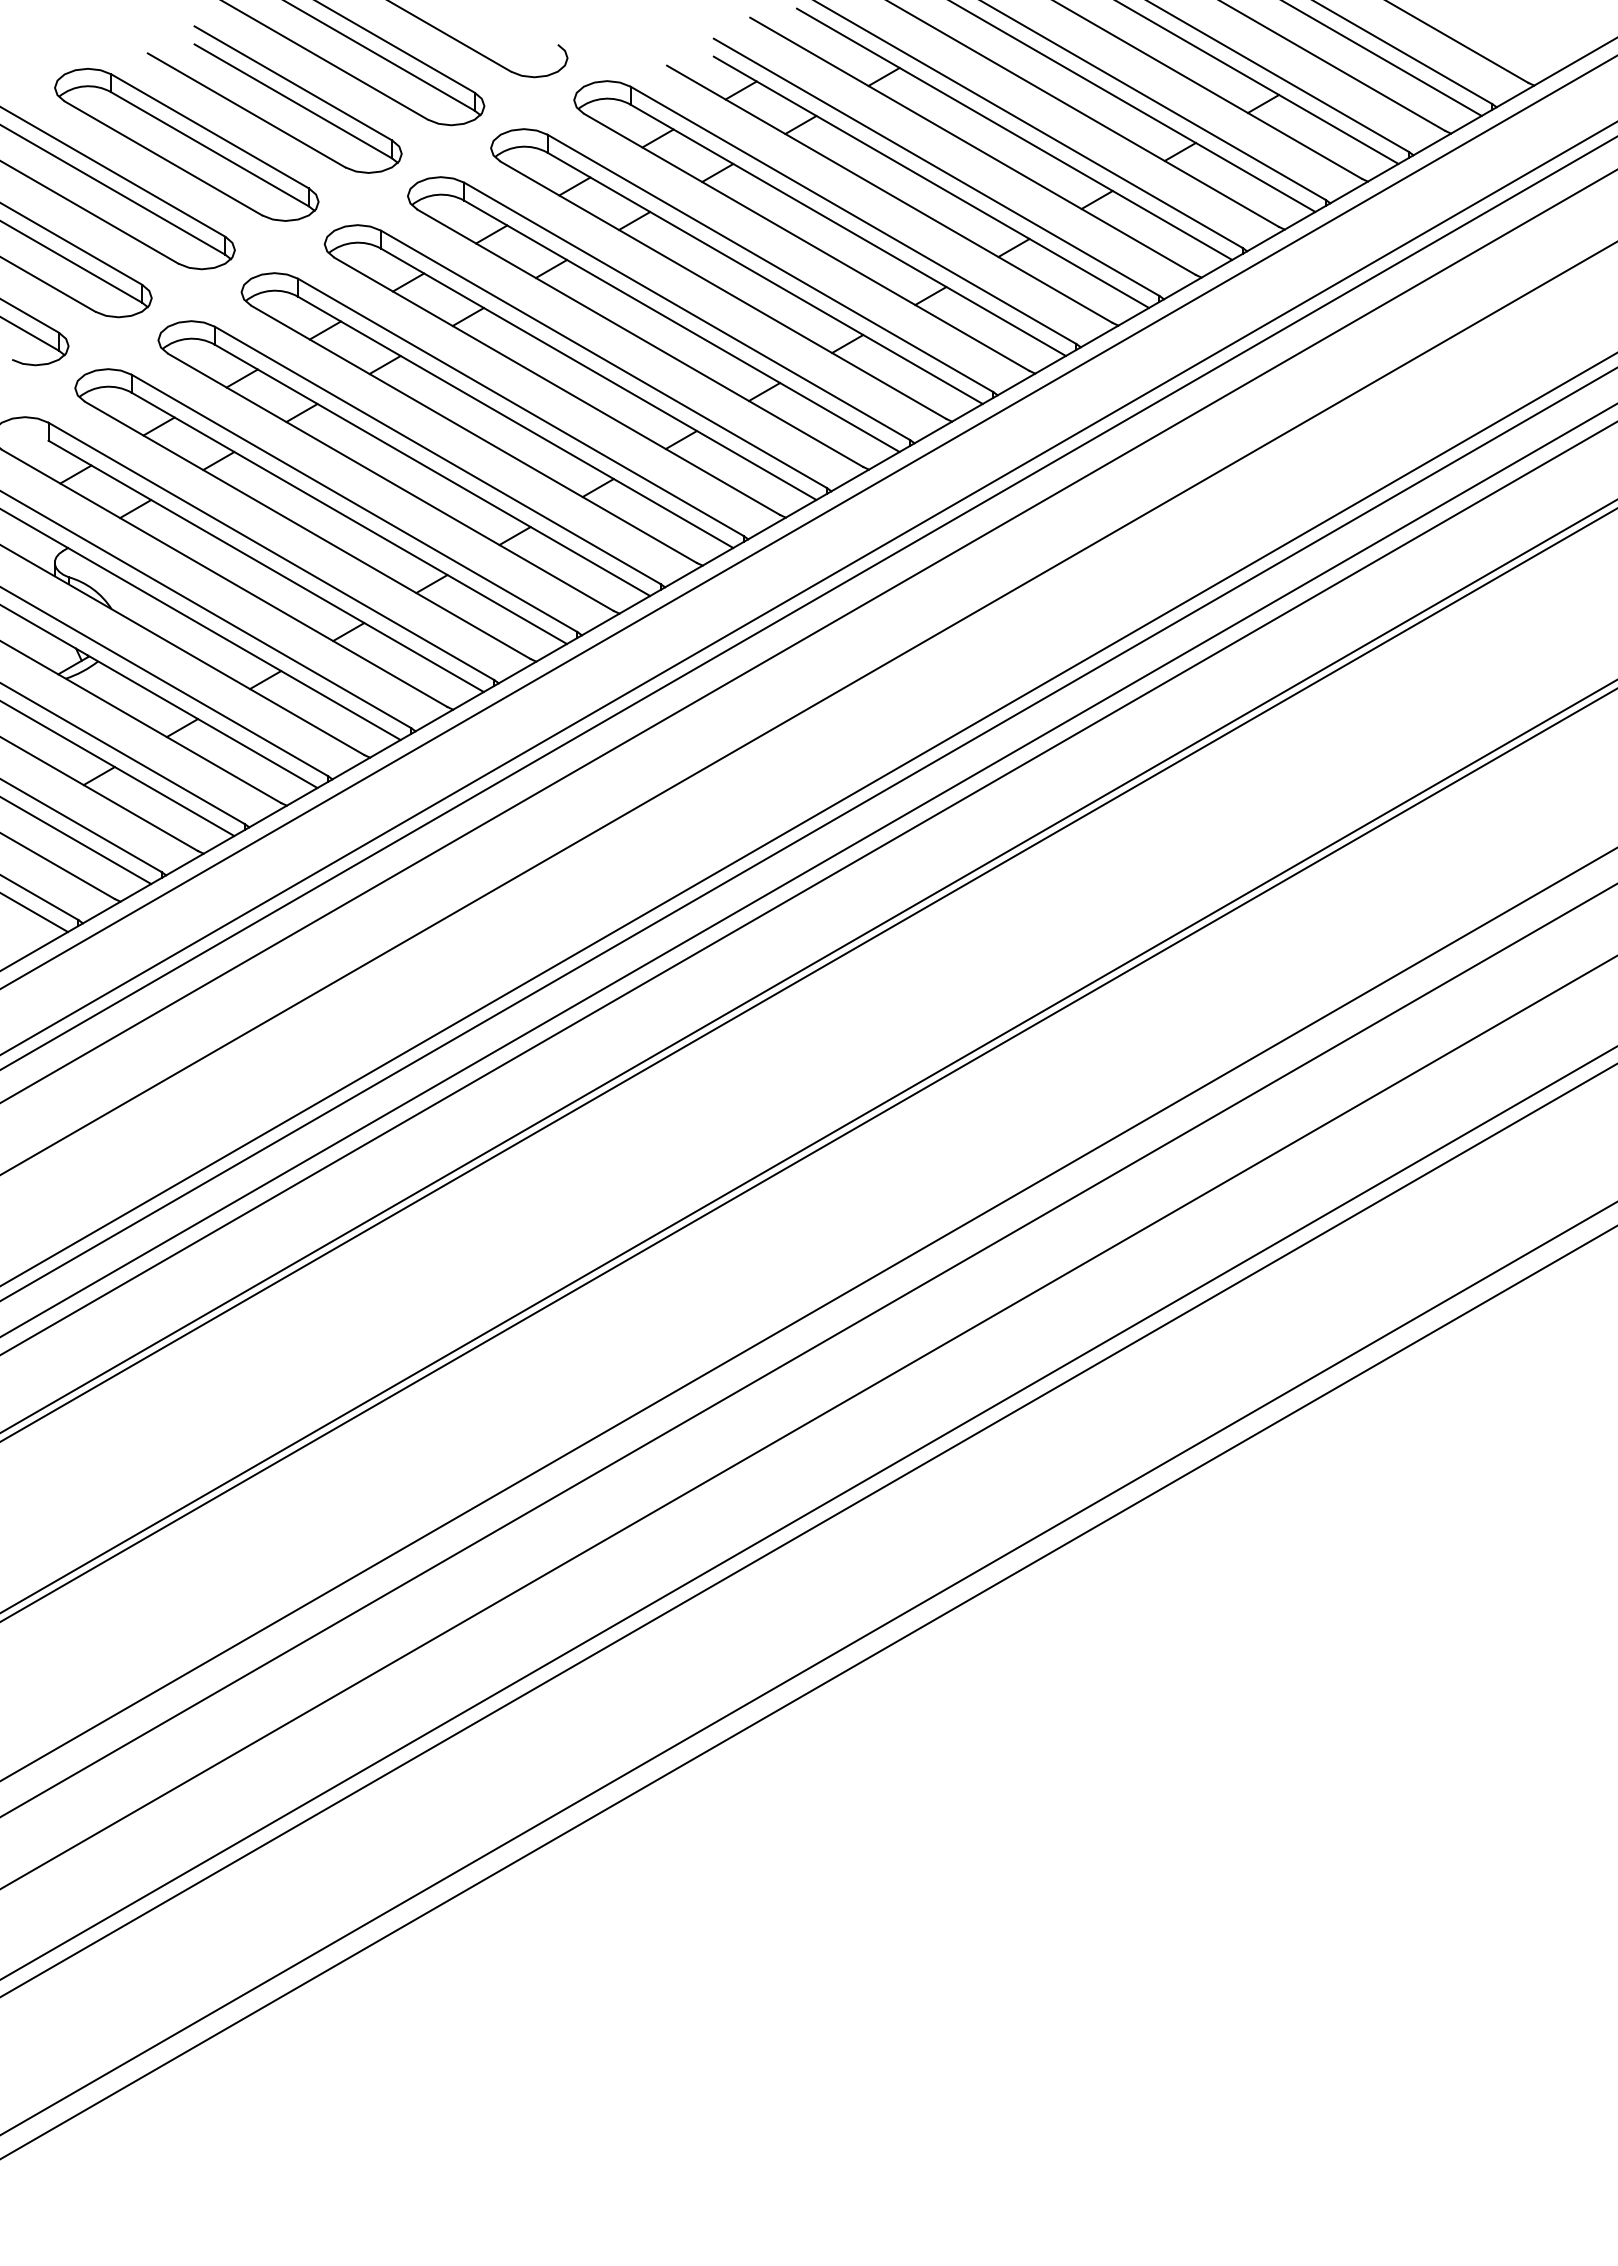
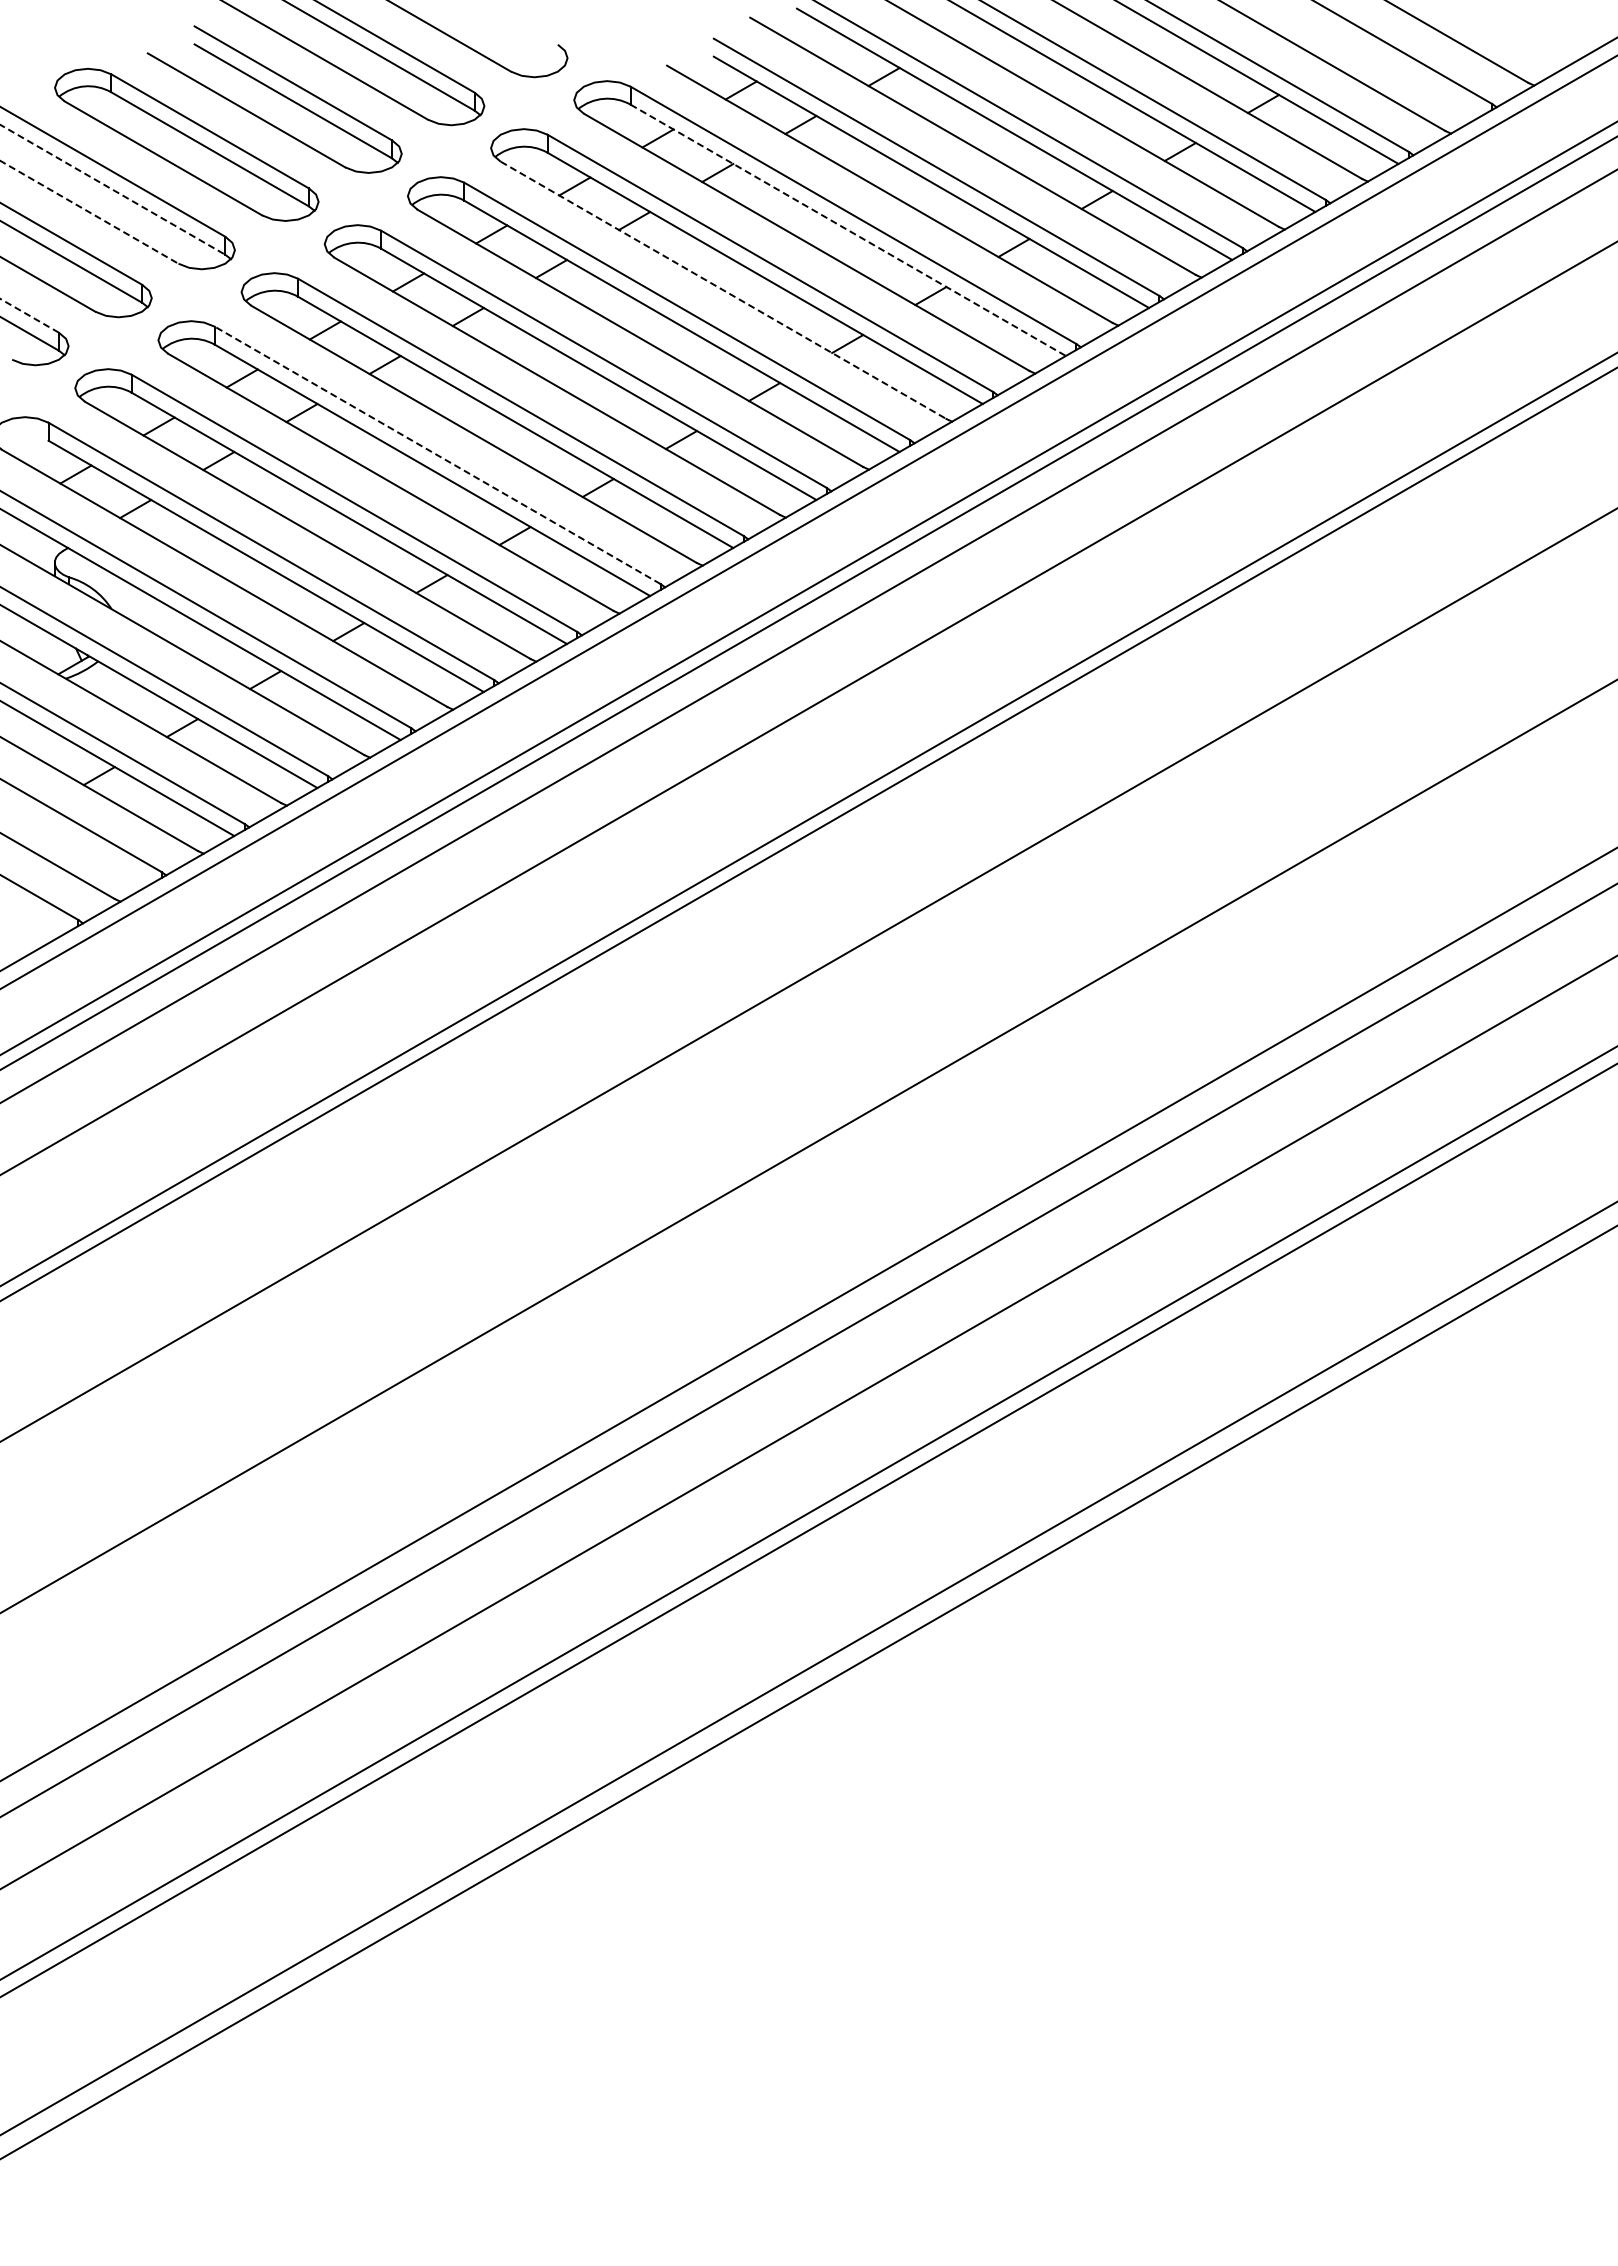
line at (1382, 58): present -> none
line at (112, 189): solid -> dashed
line at (89, 212): solid -> dashed
line at (848, 230): solid -> dashed
line at (723, 290): solid -> dashed
line at (29, 315): solid -> dashed
line at (437, 455): solid -> dashed
line at (76, 840): present -> none
line at (808, 870): present -> none
line at (808, 888): present -> none
line at (35, 913): present -> none
line at (808, 966): present -> none
line at (808, 1155): present -> none
